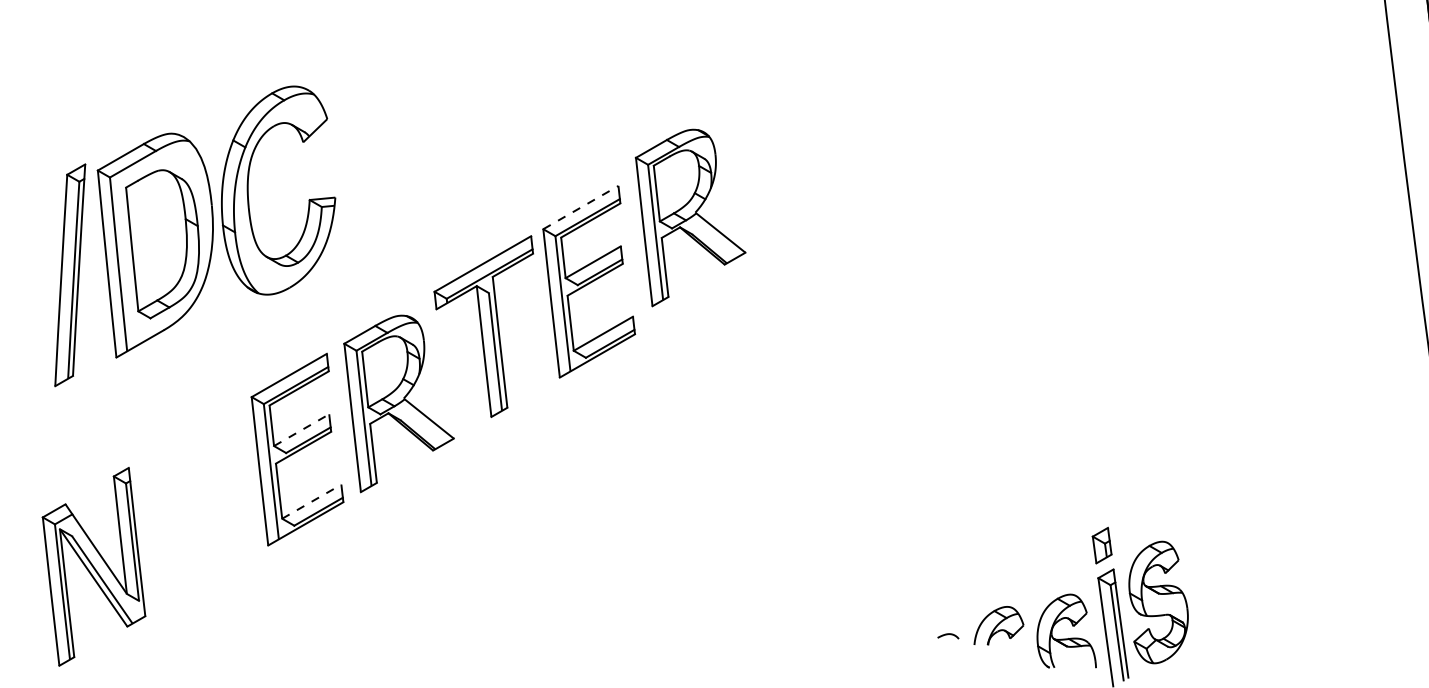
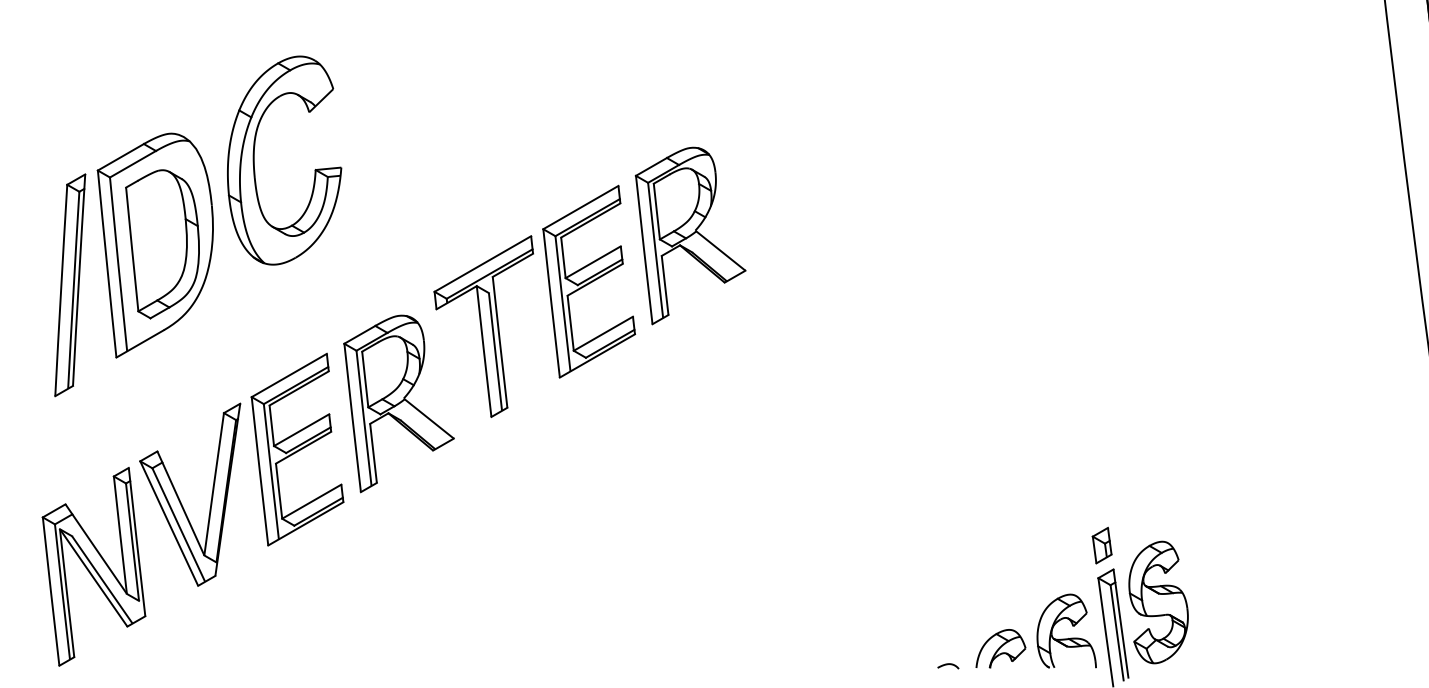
part at (248, 190) position: (248, 190) -> (254, 160)
line at (581, 207): dashed -> solid
part at (690, 217) position: (690, 217) -> (690, 235)
part at (70, 275) position: (70, 275) -> (70, 285)
line at (301, 430): dashed -> solid
part at (179, 497): none -> present
line at (312, 501): dashed -> solid
part at (998, 625) position: (998, 625) -> (1000, 648)
curve at (947, 635) position: (947, 635) -> (947, 665)
